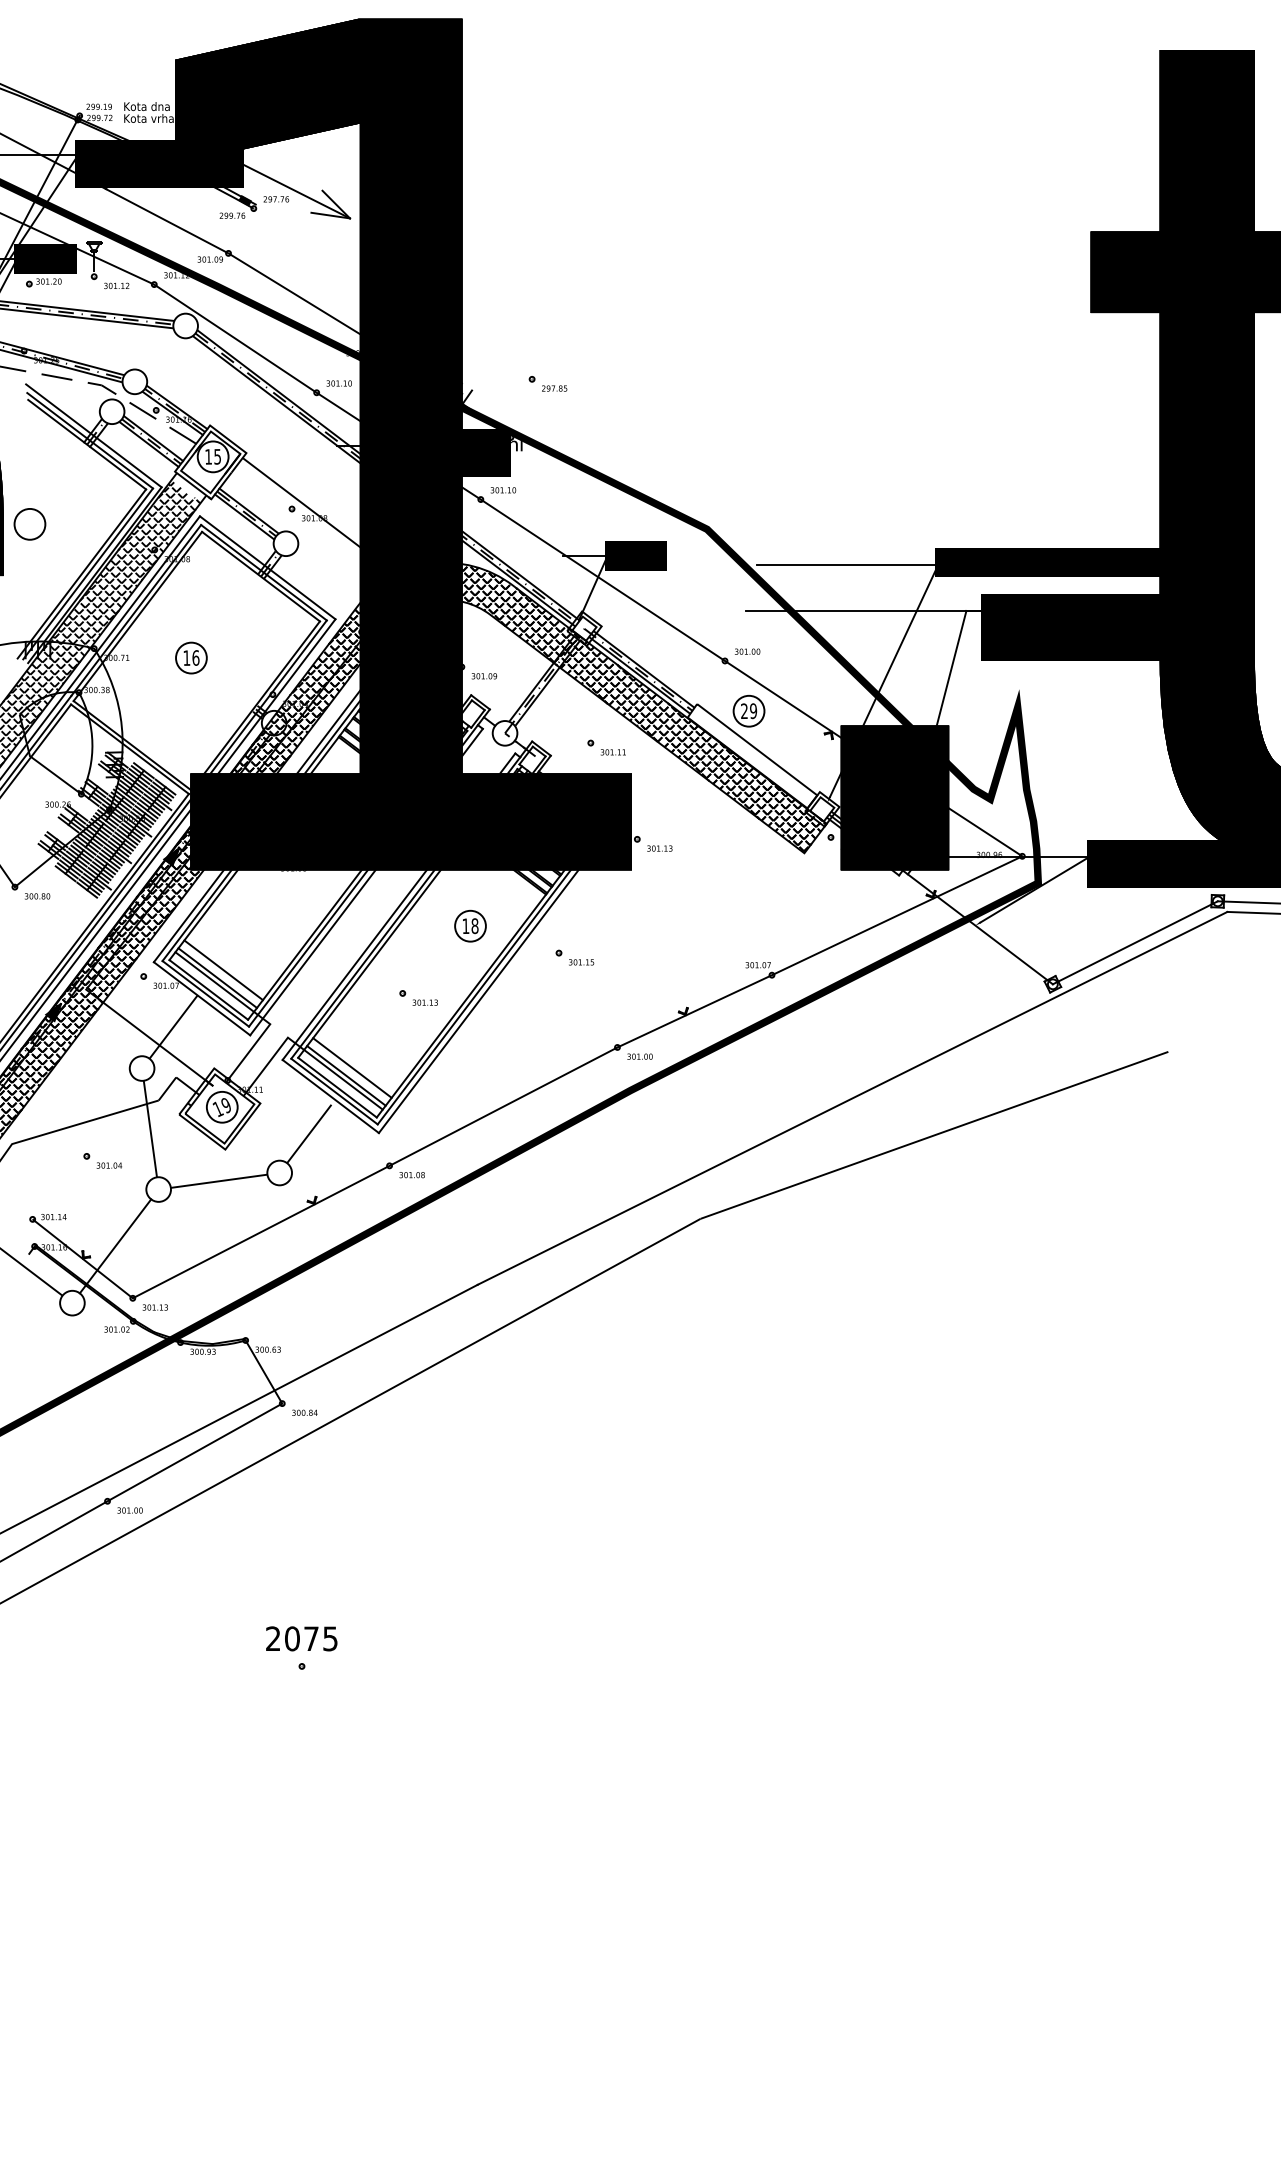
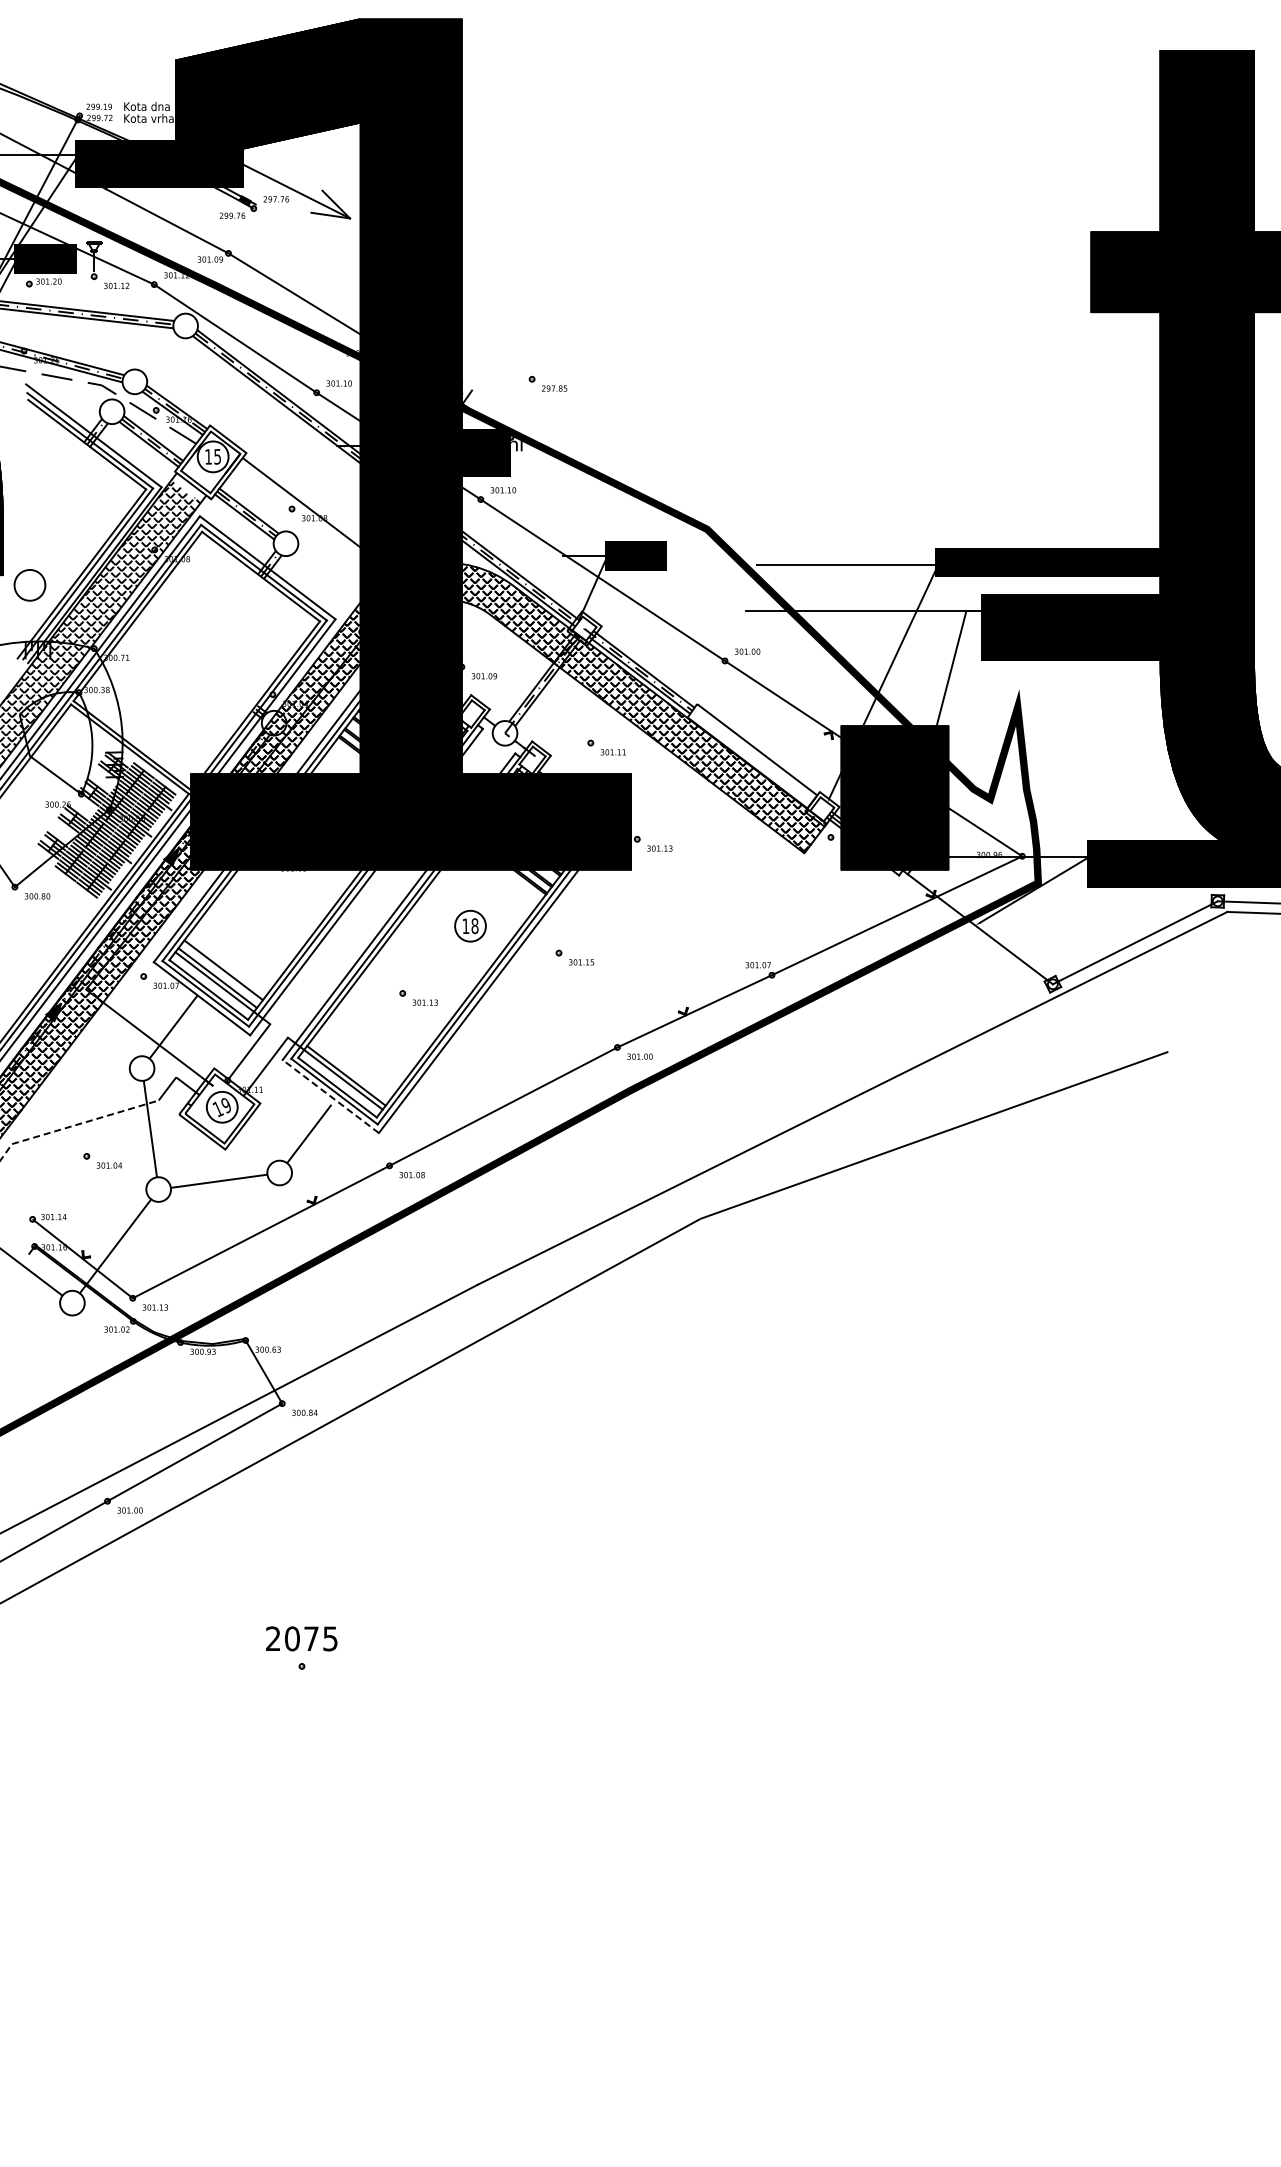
circle at (29, 524) position: (29, 524) -> (29, 585)
part at (191, 657): present -> none
part at (748, 711): present -> none
line at (352, 1067): present -> none
line at (330, 1096): solid -> dashed
line at (75, 1125): solid -> dashed
